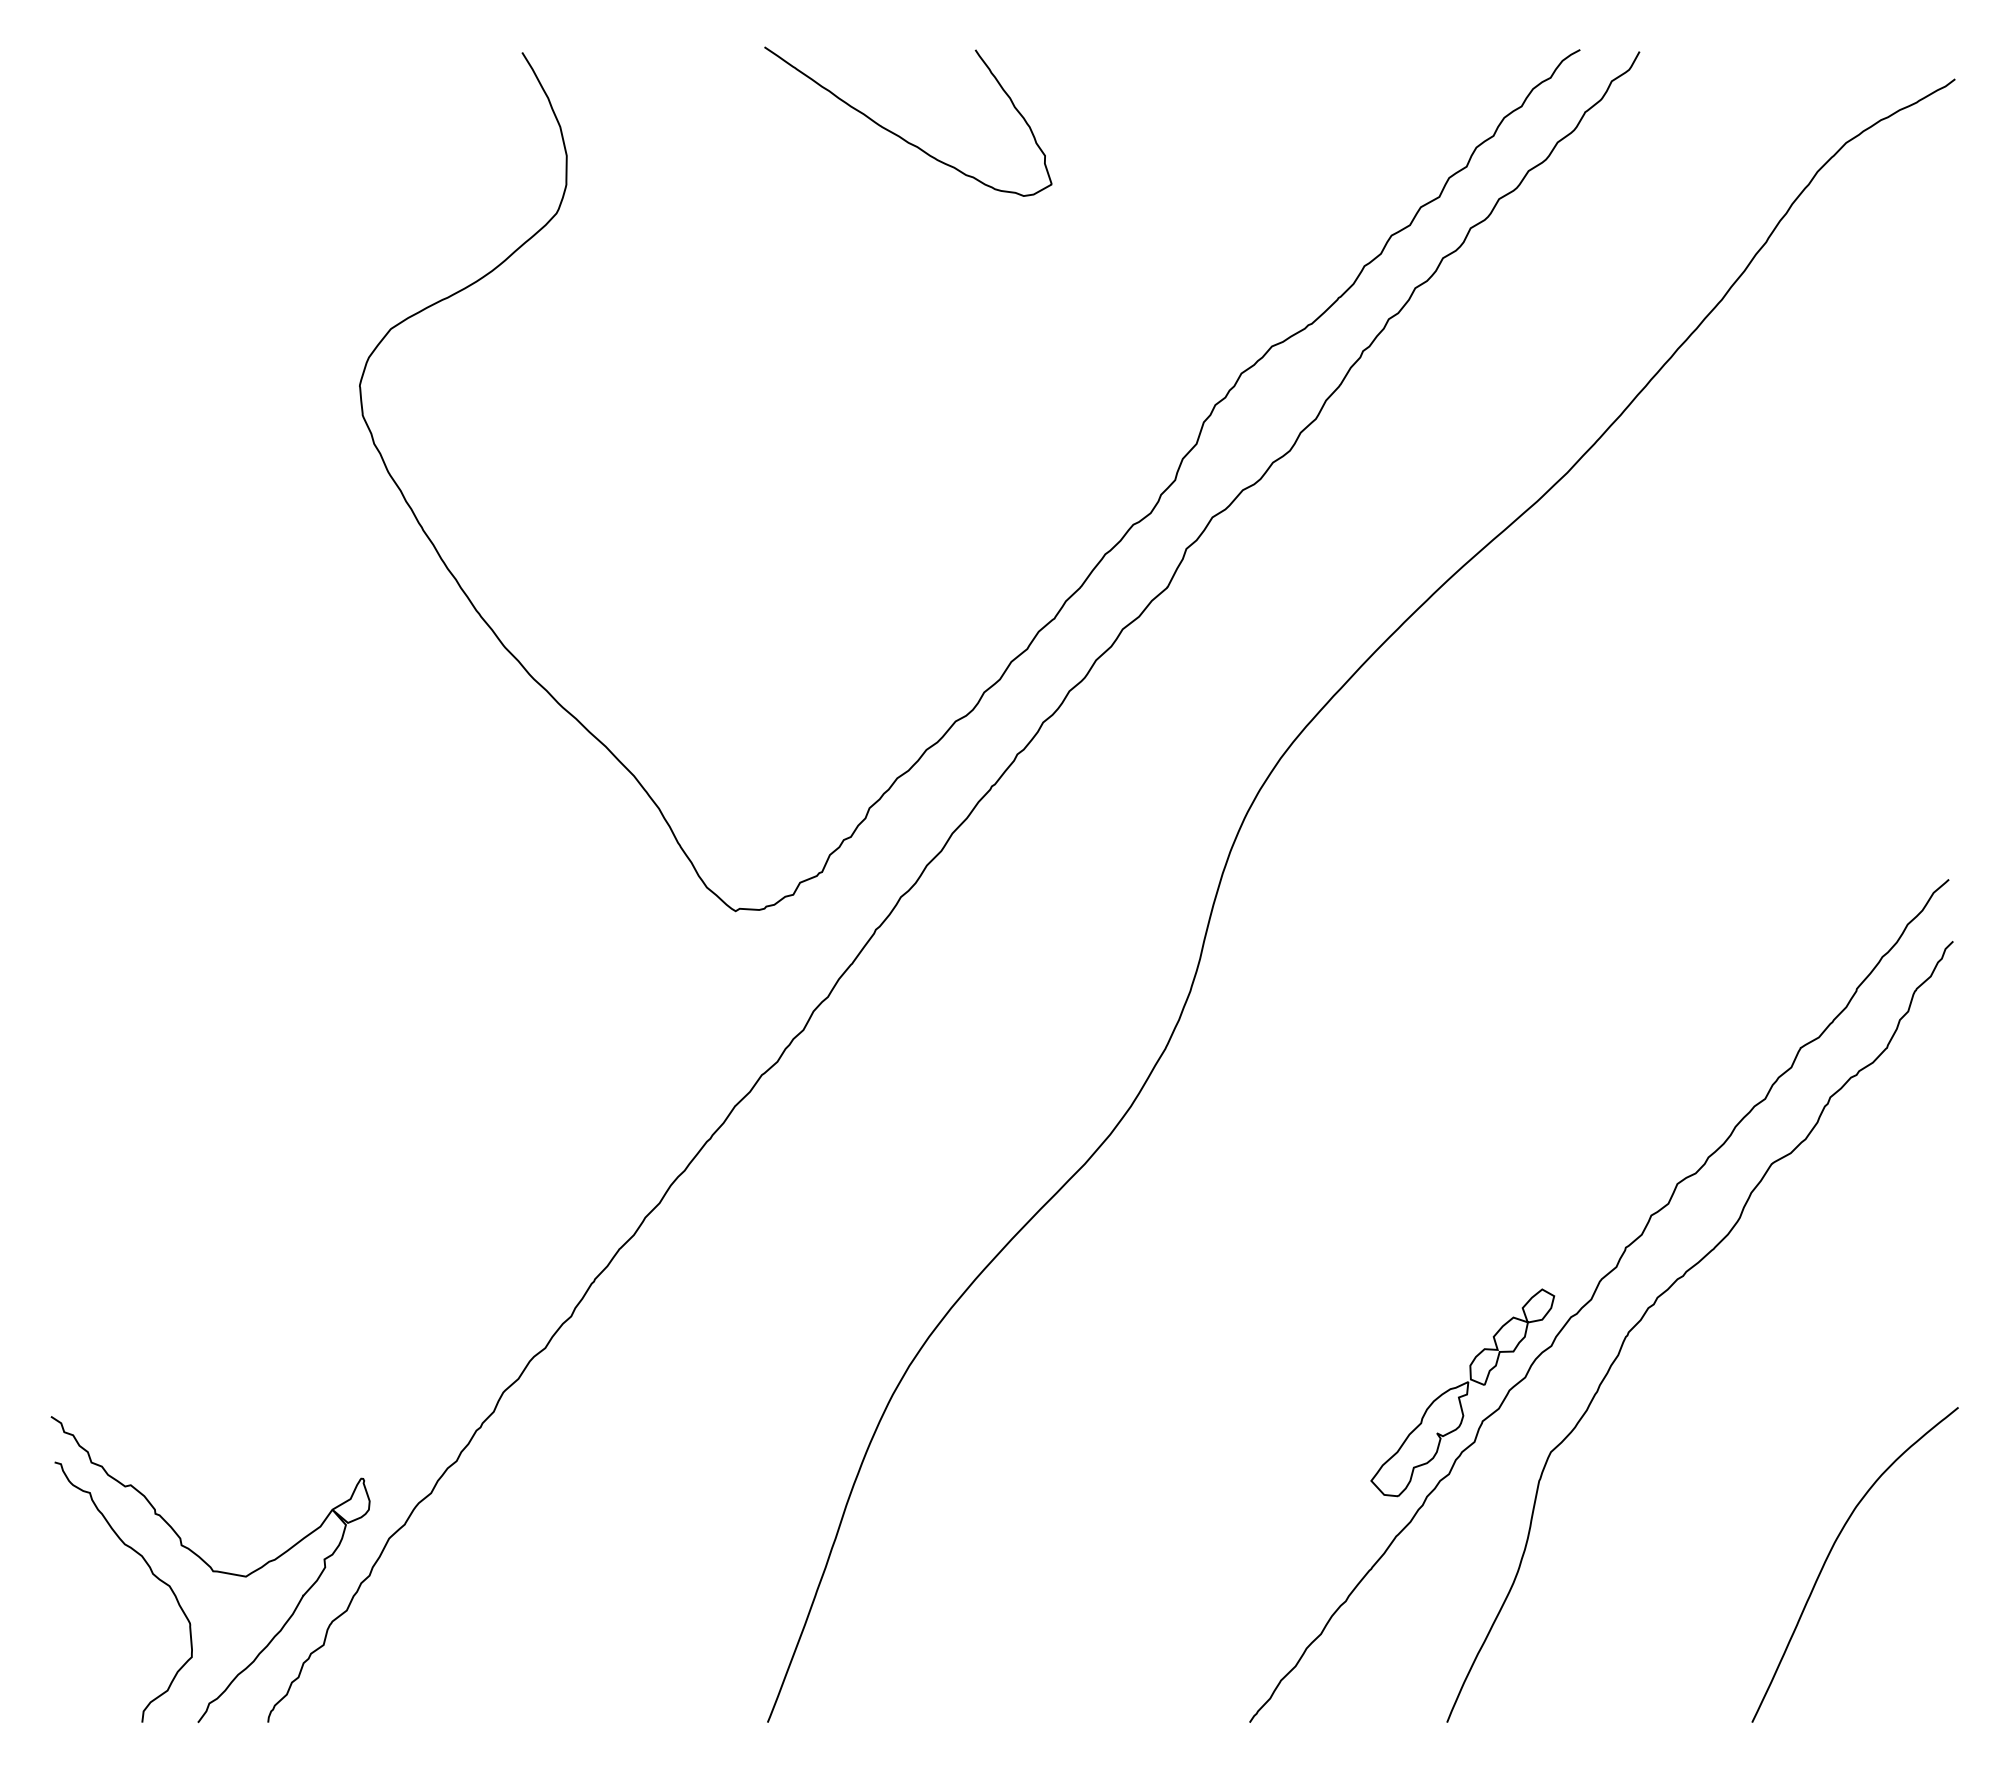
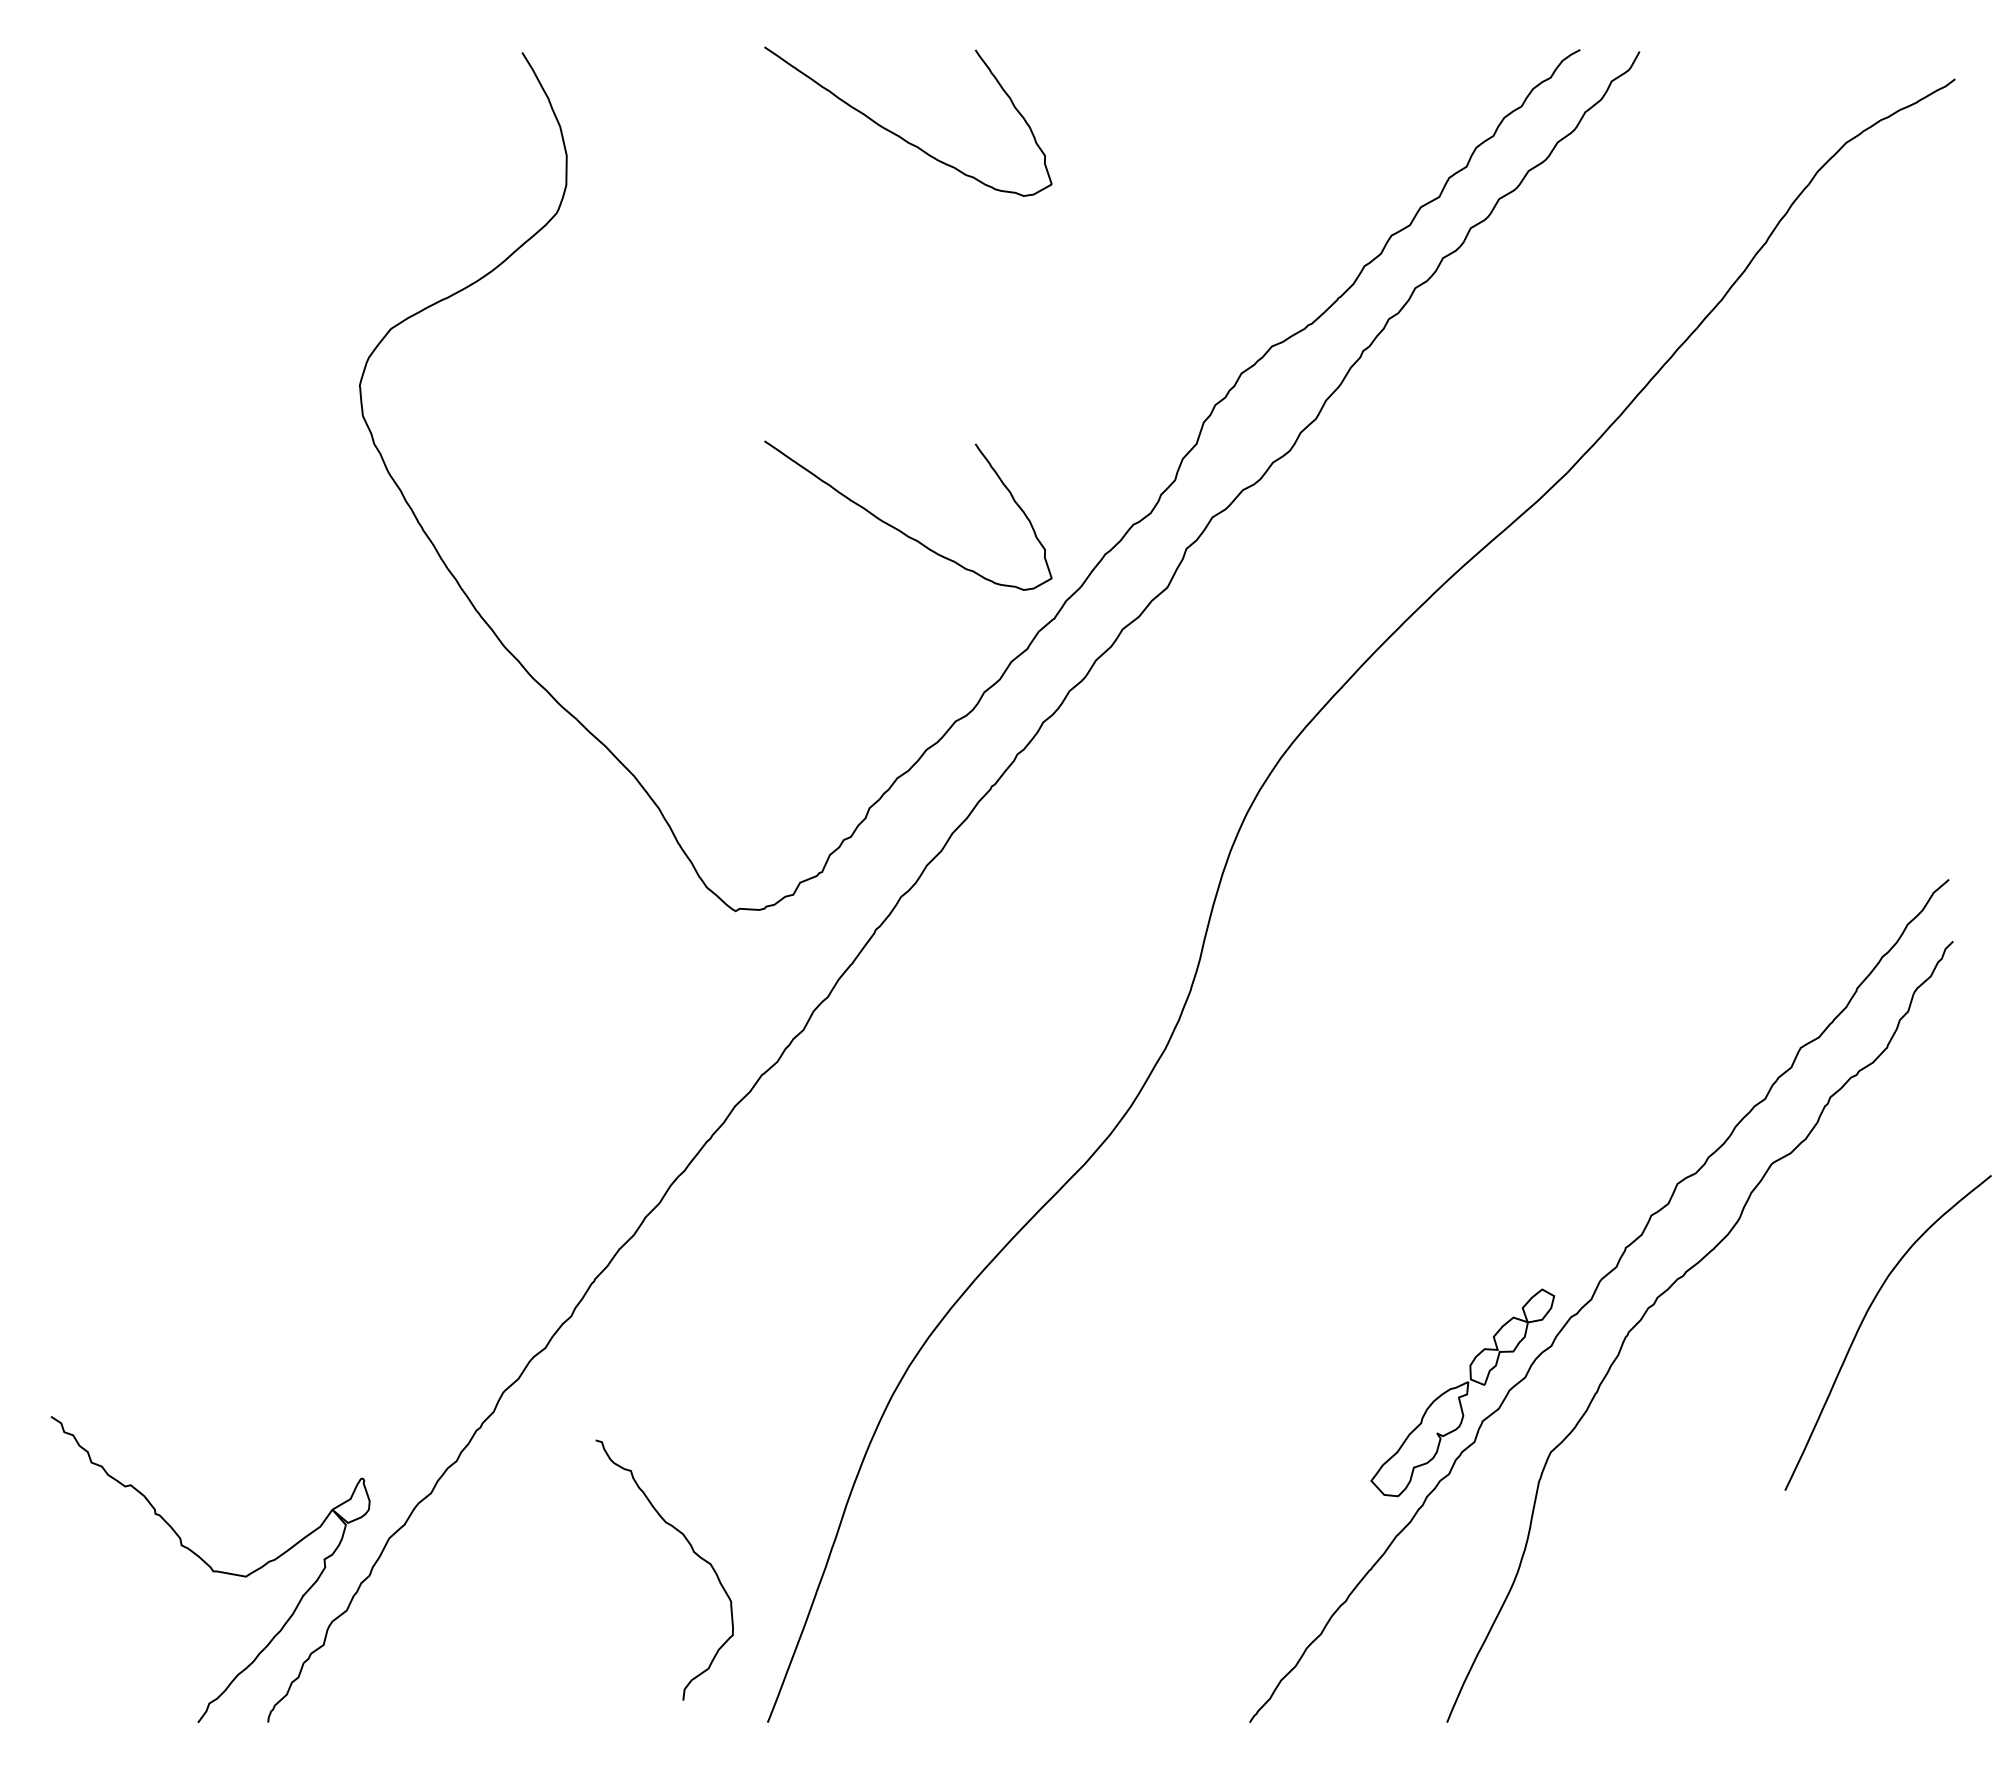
curve at (901, 530): none -> present
curve at (1830, 1553) position: (1830, 1553) -> (1863, 1321)
curve at (151, 1573) position: (151, 1573) -> (692, 1551)
